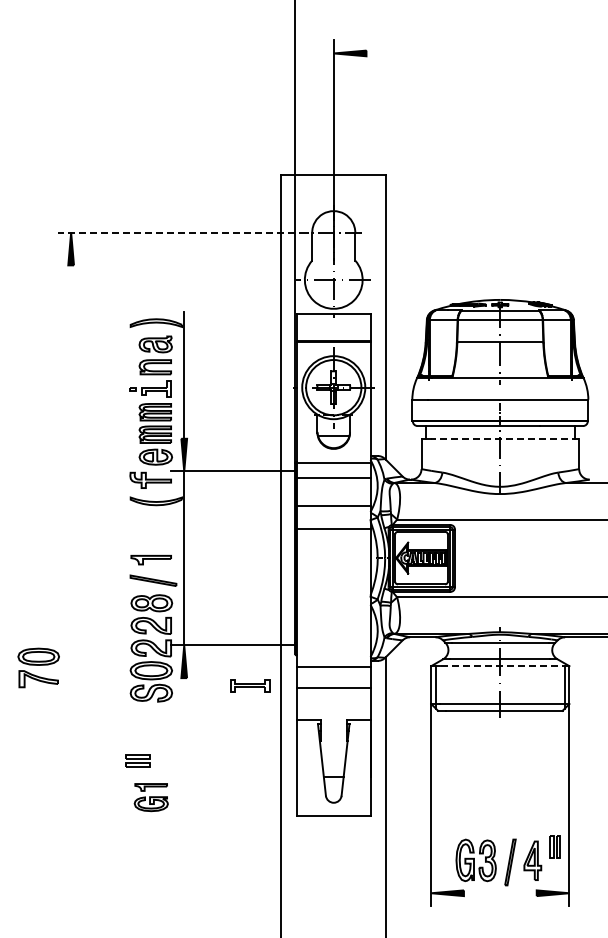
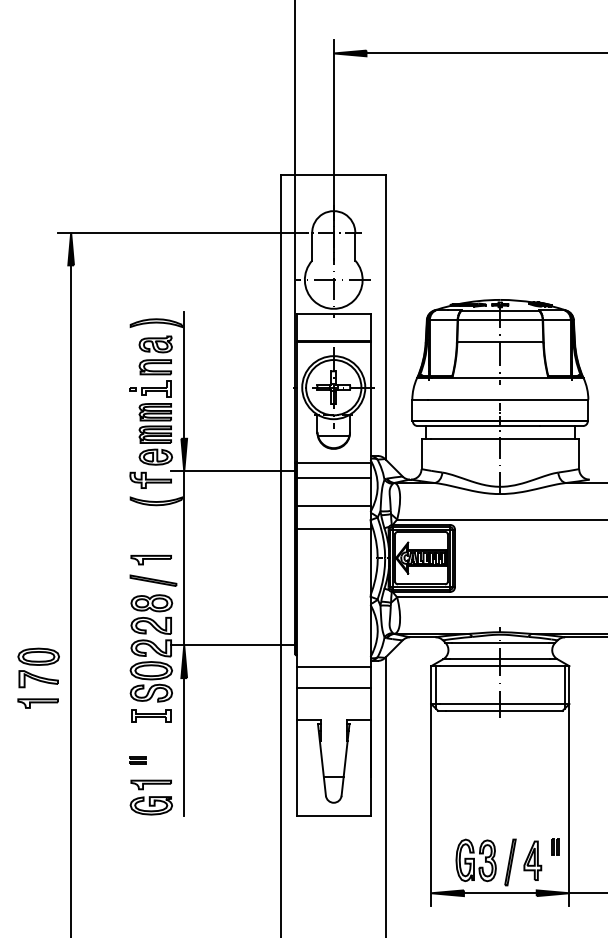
line at (485, 53): none -> present
line at (181, 232): dashed -> solid
line at (505, 439): dashed -> solid
line at (71, 599): none -> present
line at (504, 666): dashed -> solid
part at (250, 685) position: (250, 685) -> (151, 715)
part at (37, 703): none -> present
line at (184, 746): none -> present
part at (137, 760) size: 26x14 px -> 18x9 px
part at (150, 797) size: 36x30 px -> 44x37 px
part at (554, 846) size: 12x24 px -> 9x18 px
line at (499, 893): none -> present
line at (586, 893): none -> present
